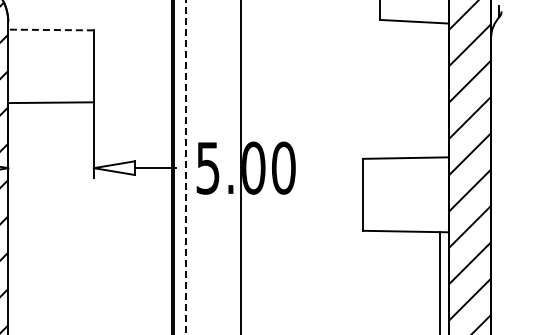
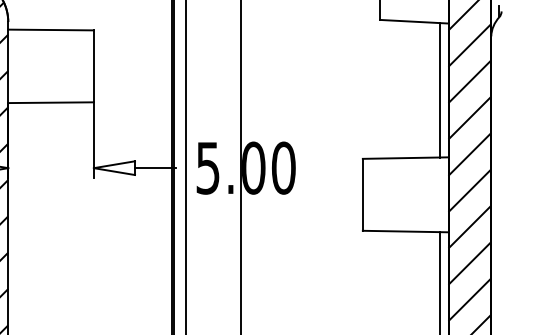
line at (51, 30): dashed -> solid
line at (440, 90): none -> present
line at (186, 167): dashed -> solid
